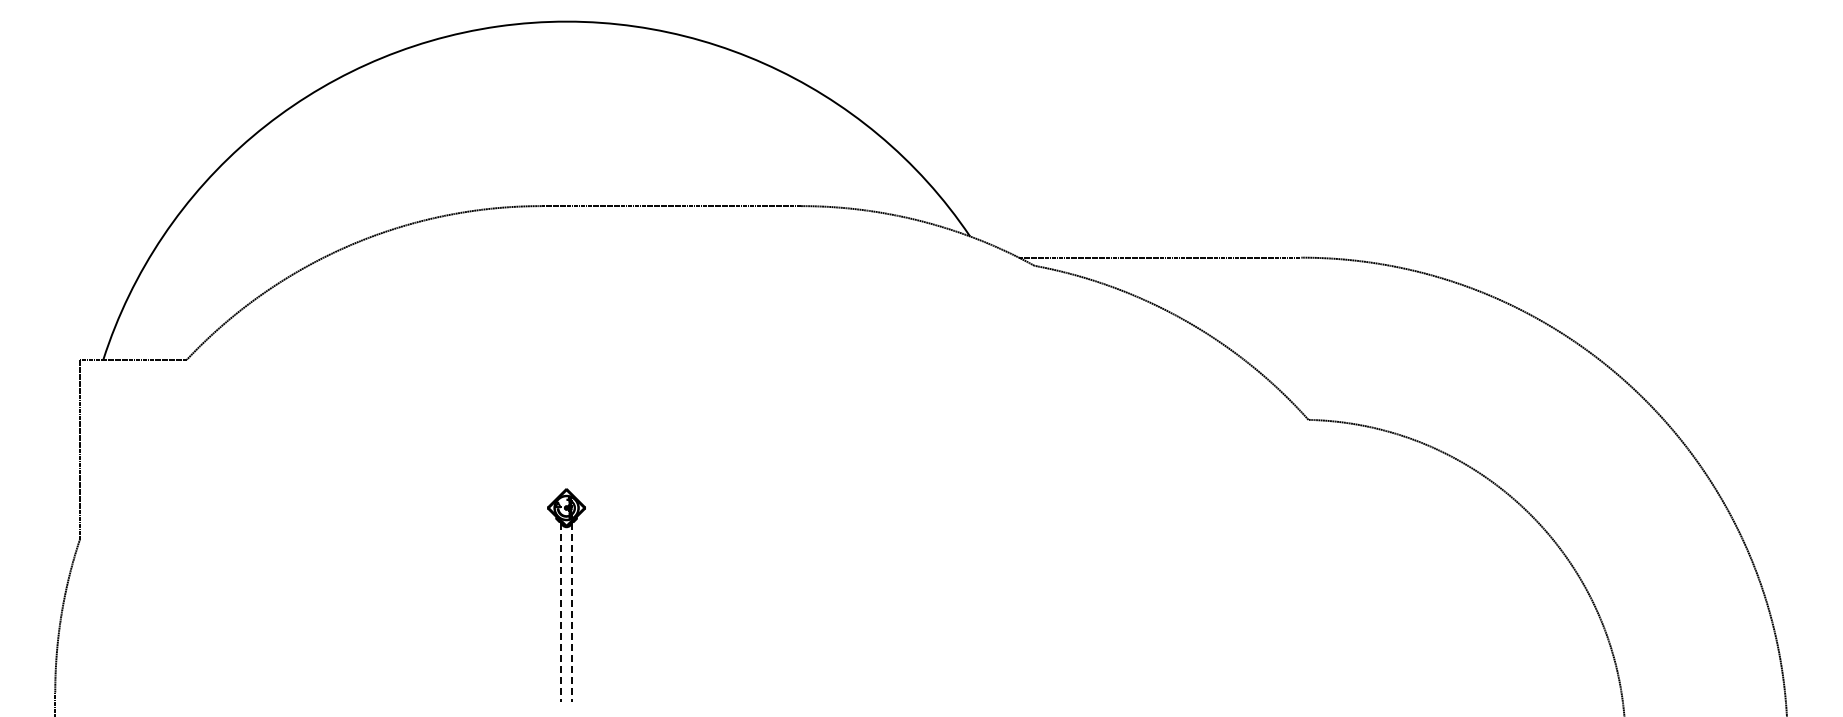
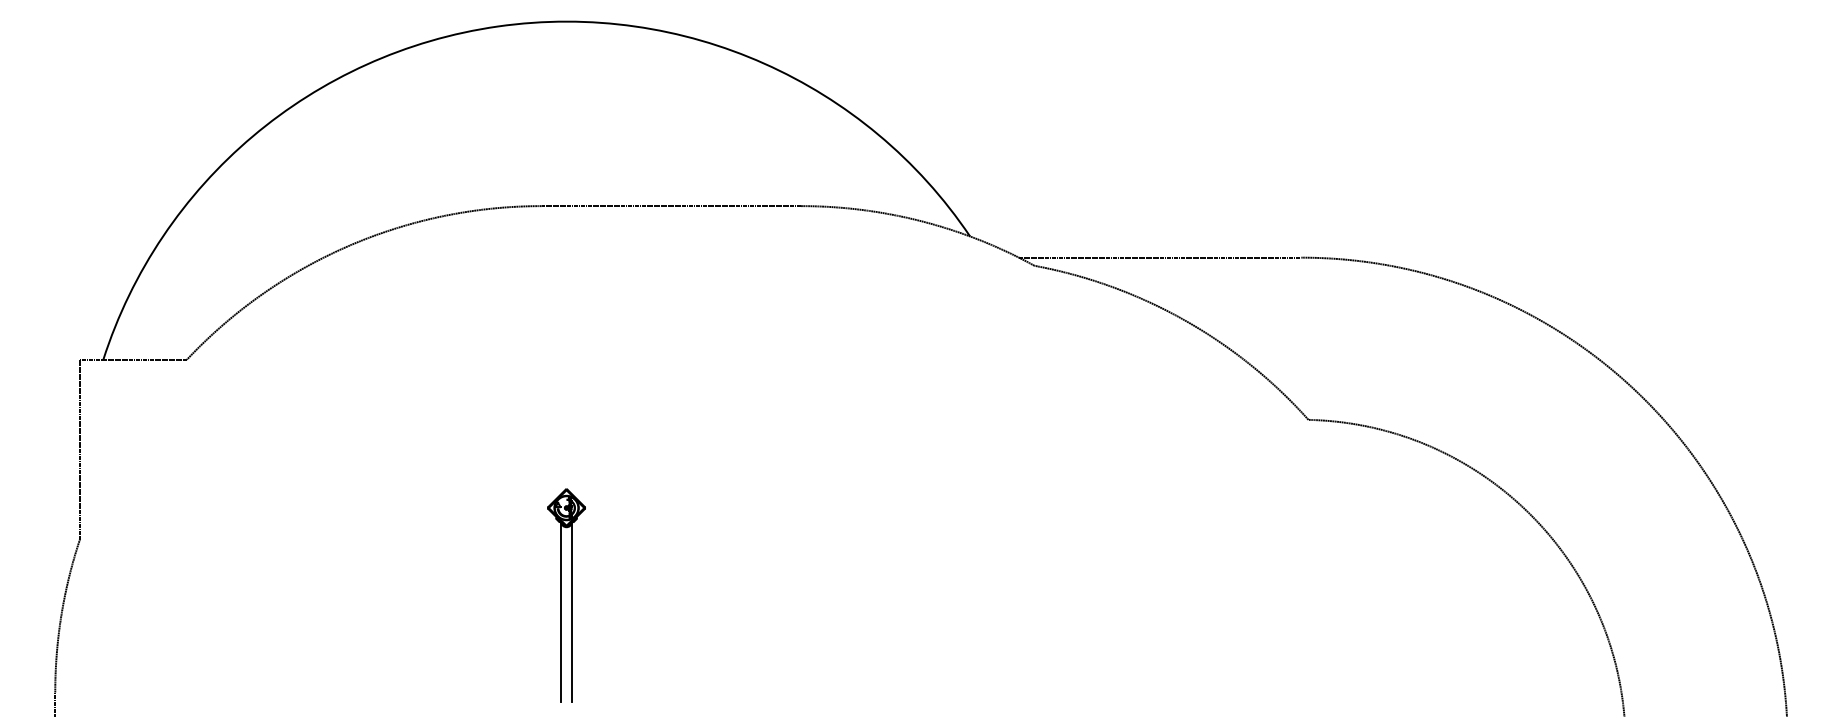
line at (561, 613): dashed -> solid
line at (572, 613): dashed -> solid
